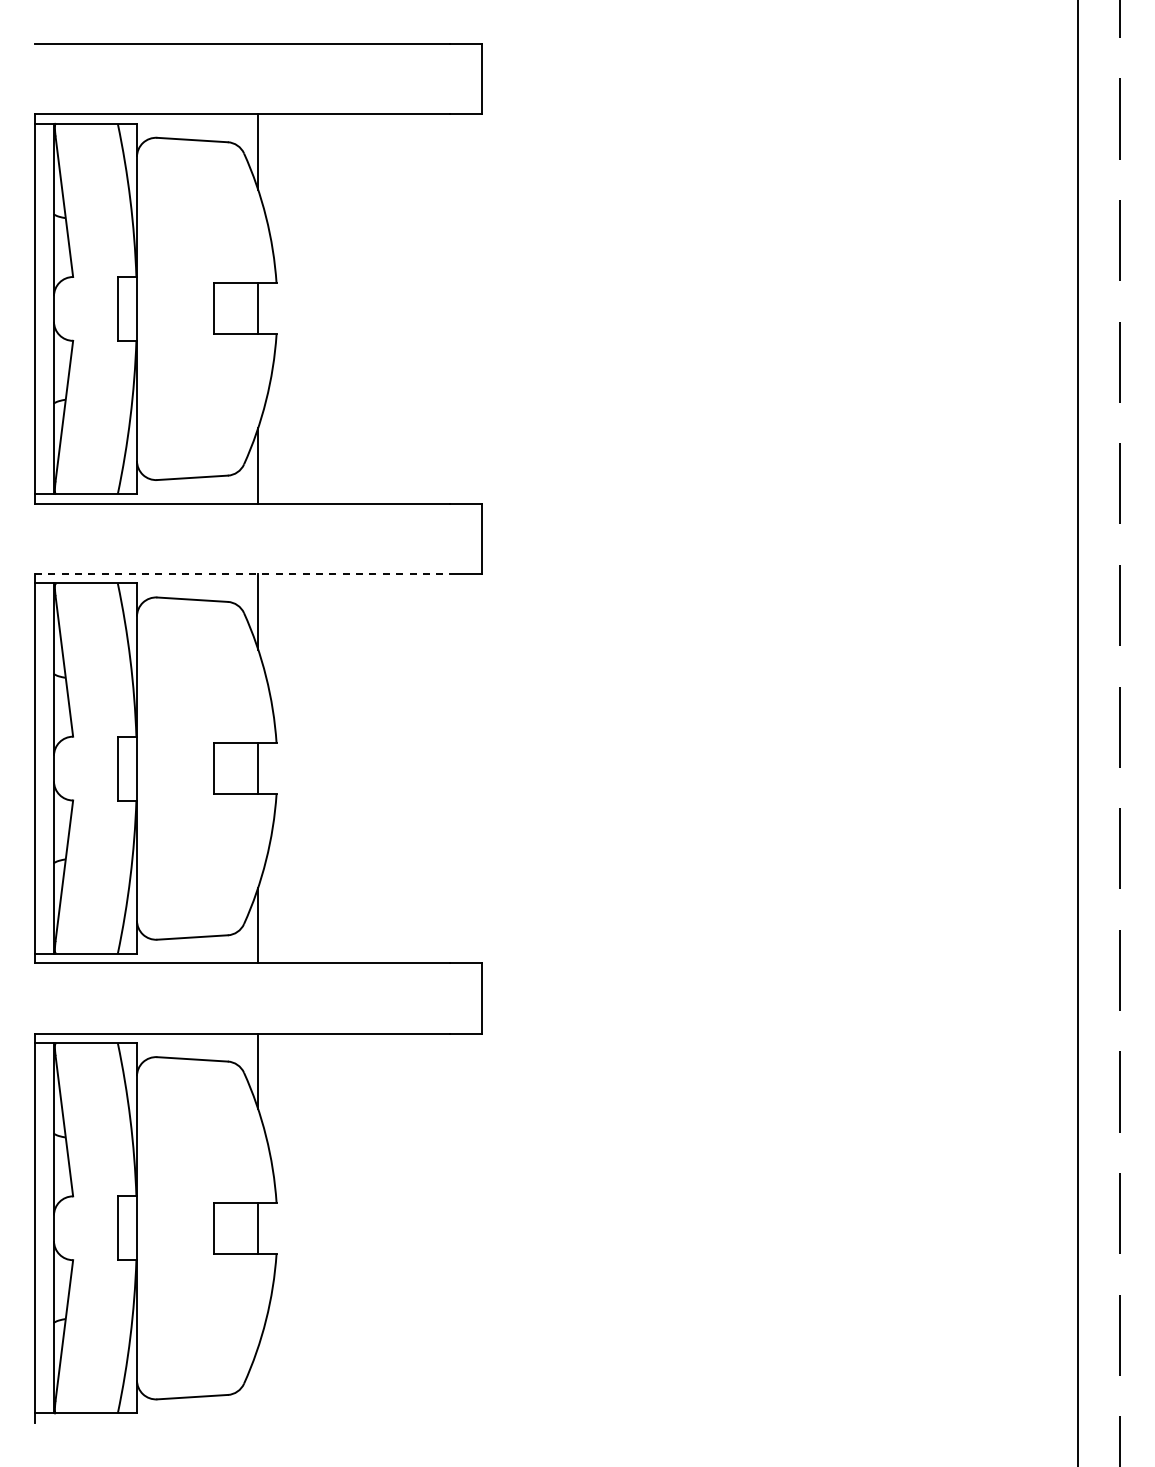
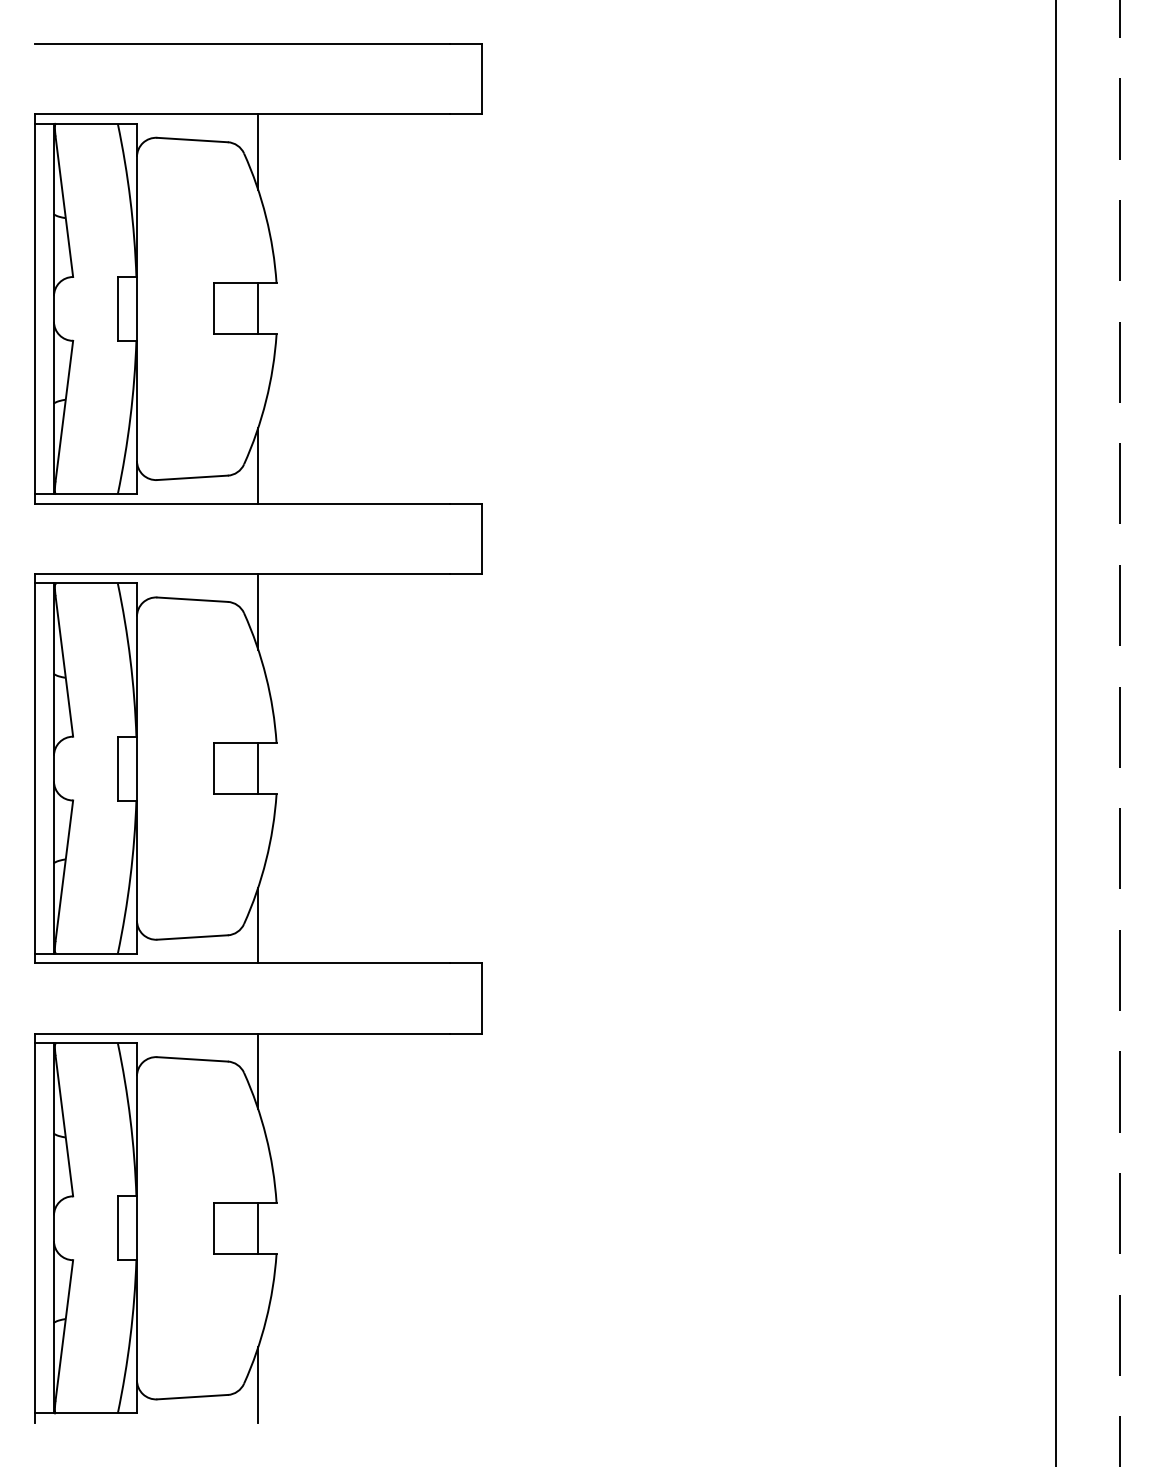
line at (242, 573): dashed -> solid
line at (1078, 732) position: (1078, 732) -> (1056, 732)
line at (258, 1384): none -> present
